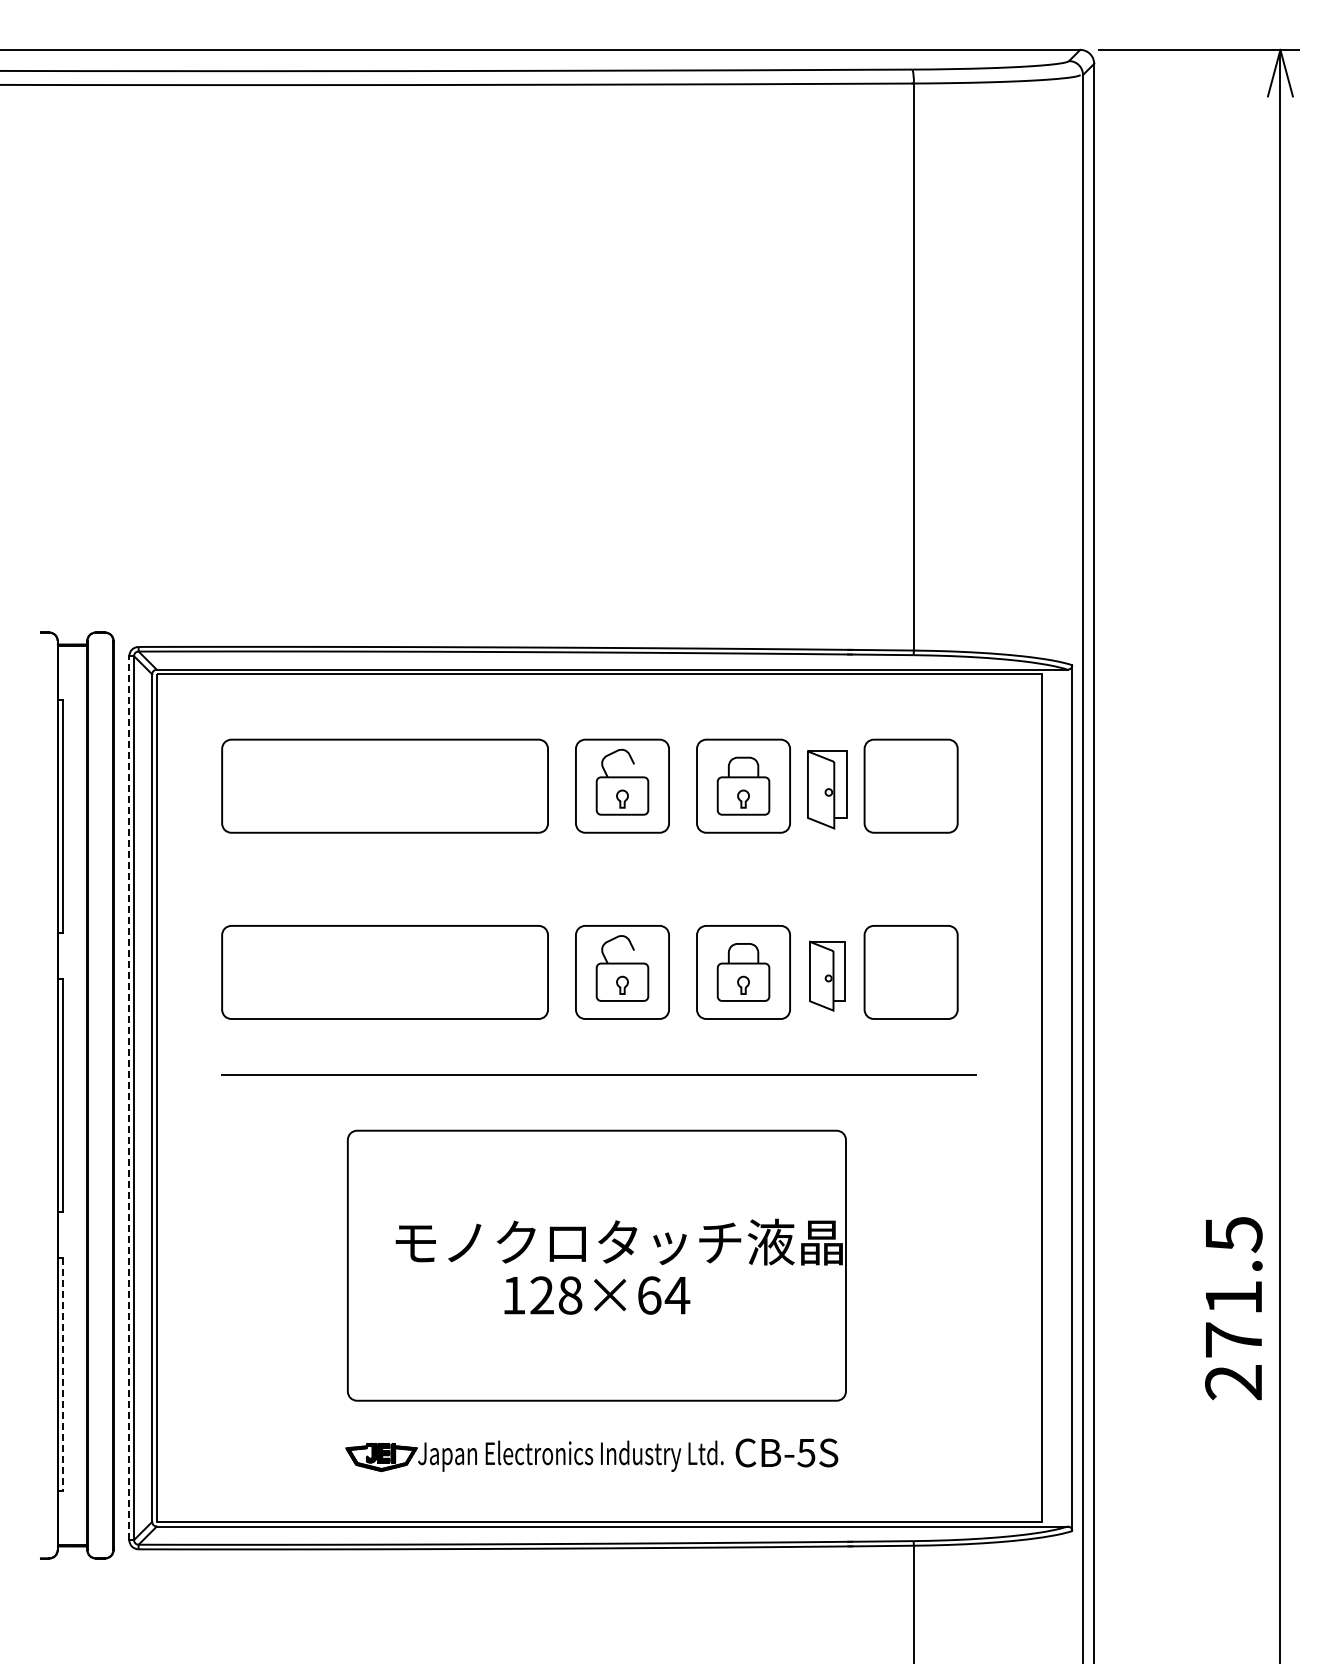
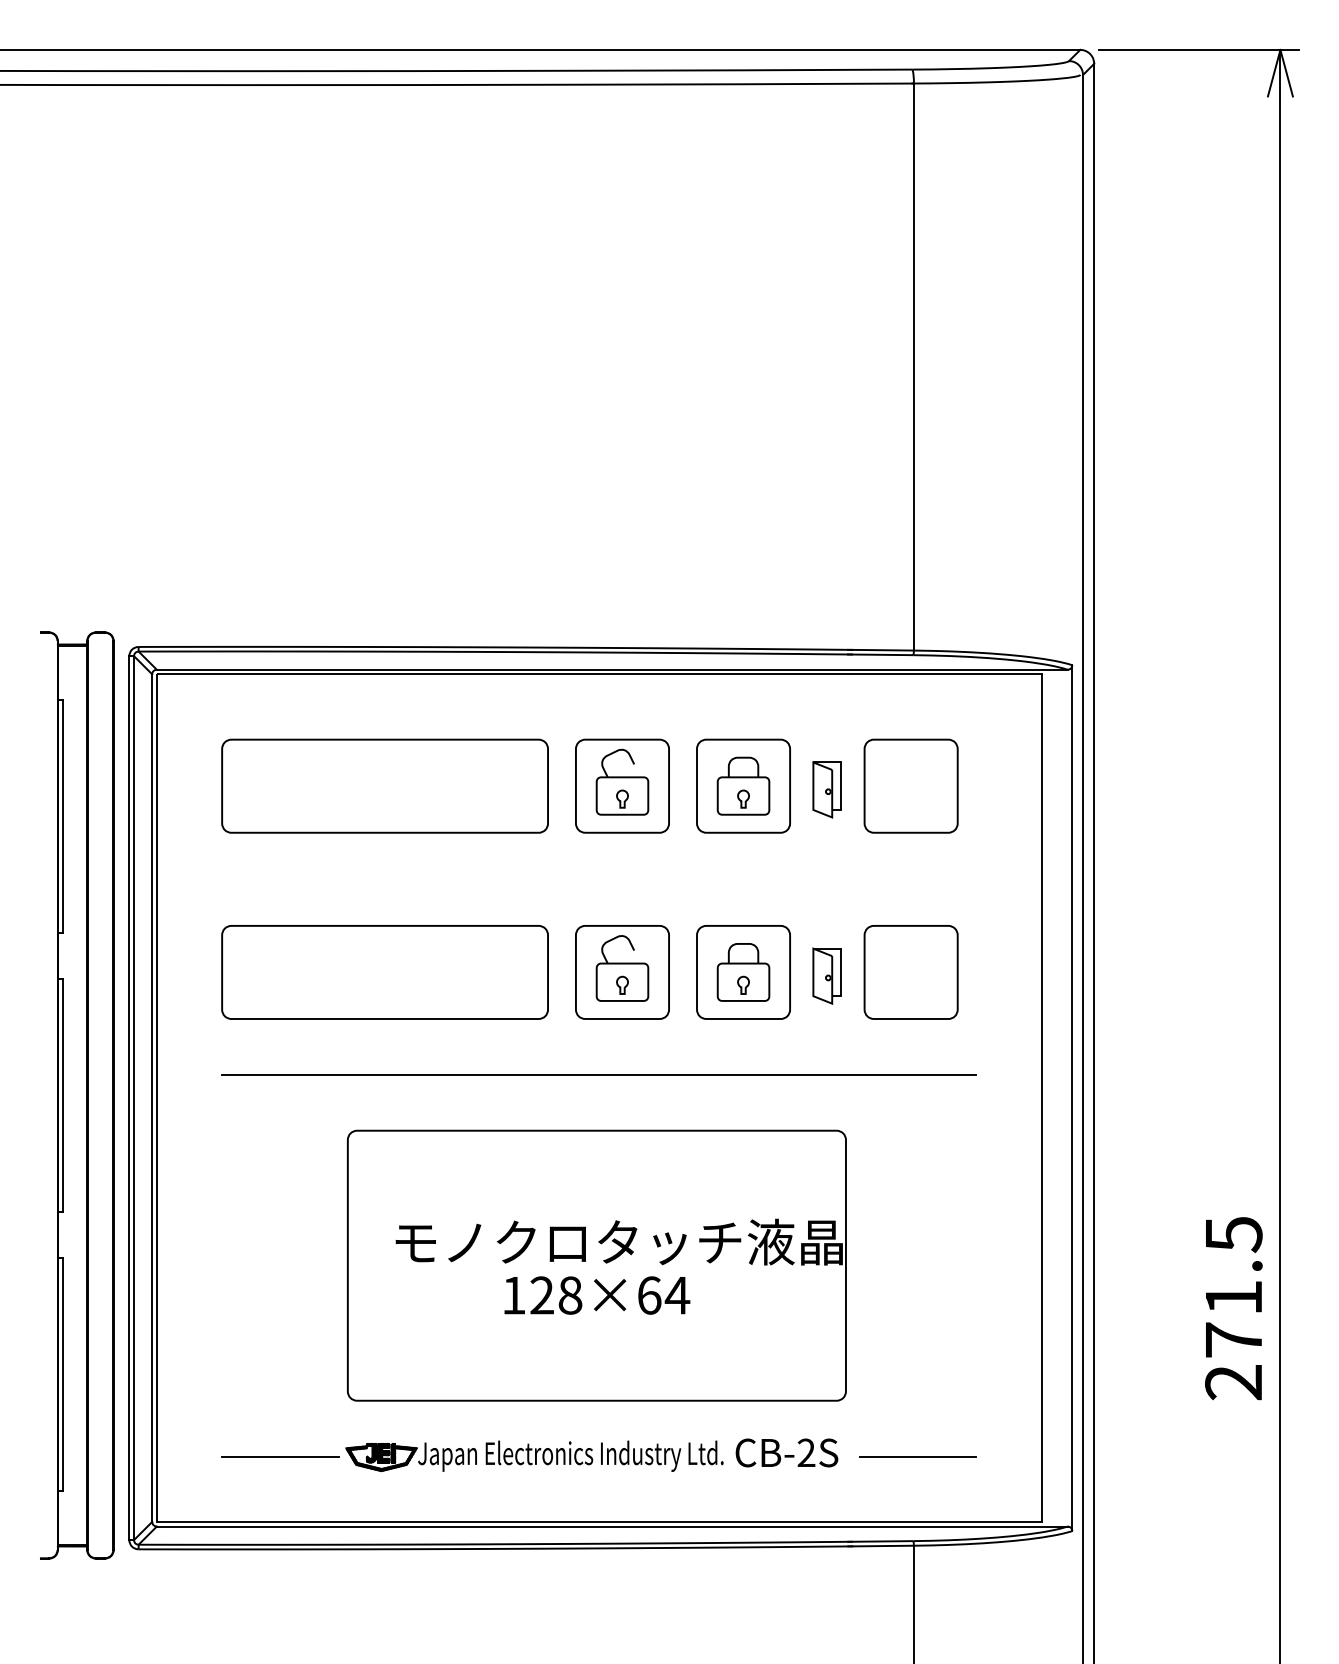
part at (827, 789) size: 41x80 px -> 30x58 px
part at (827, 975) size: 37x72 px -> 30x58 px
line at (129, 1098): dashed -> solid
line at (63, 1375): dashed -> solid
text at (806, 1452): CB-5S -> CB-2S
line at (280, 1456): none -> present
line at (917, 1456): none -> present
